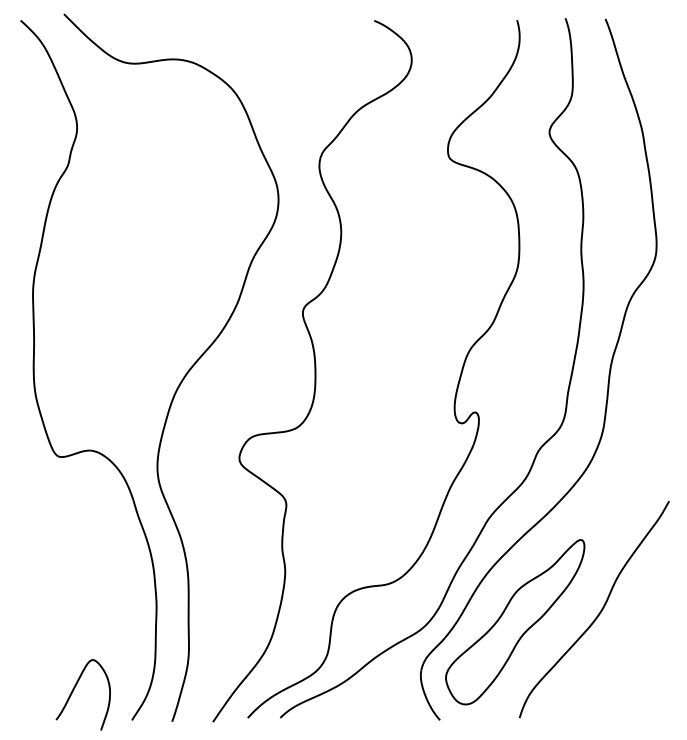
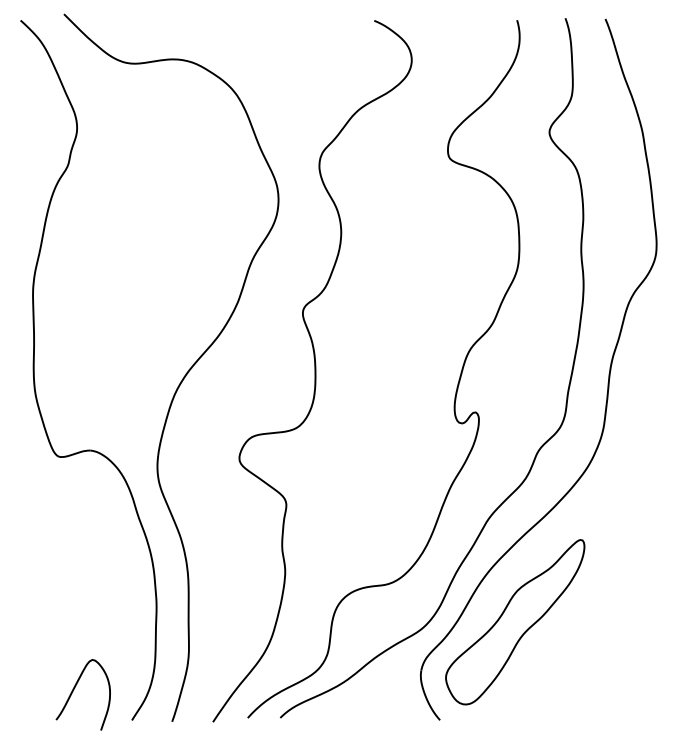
curve at (598, 613): present -> none
